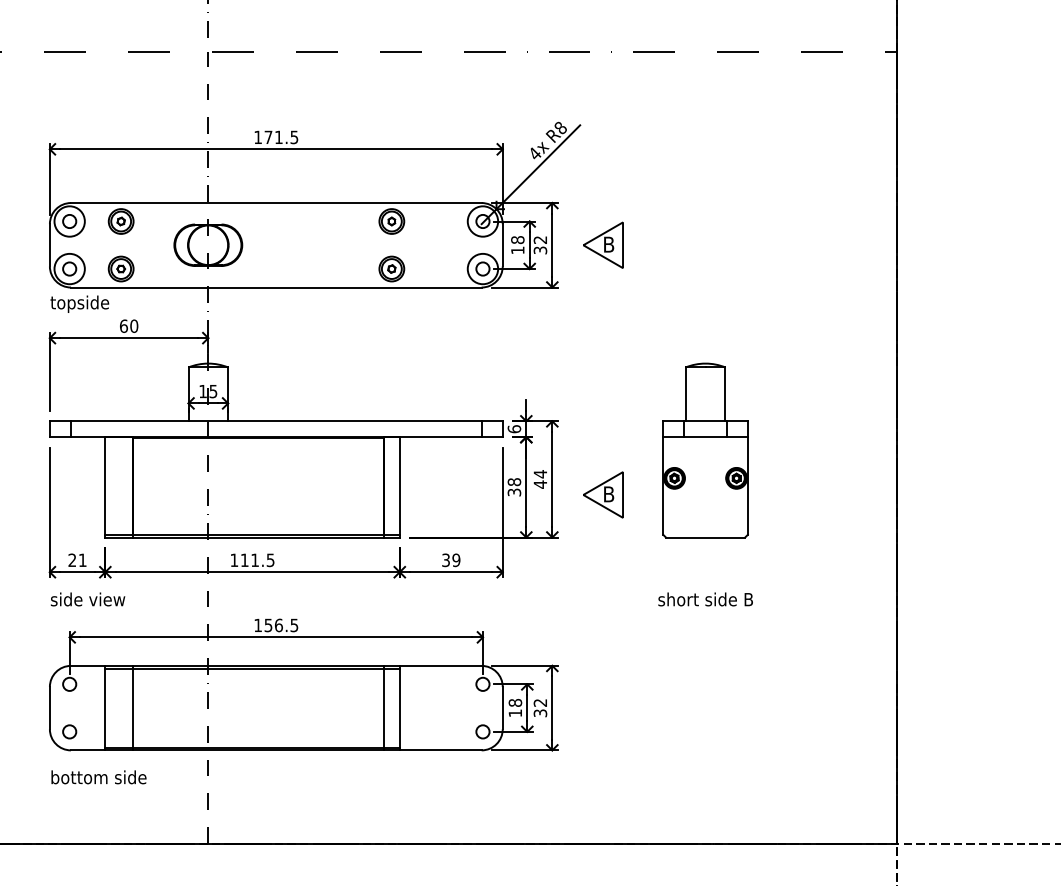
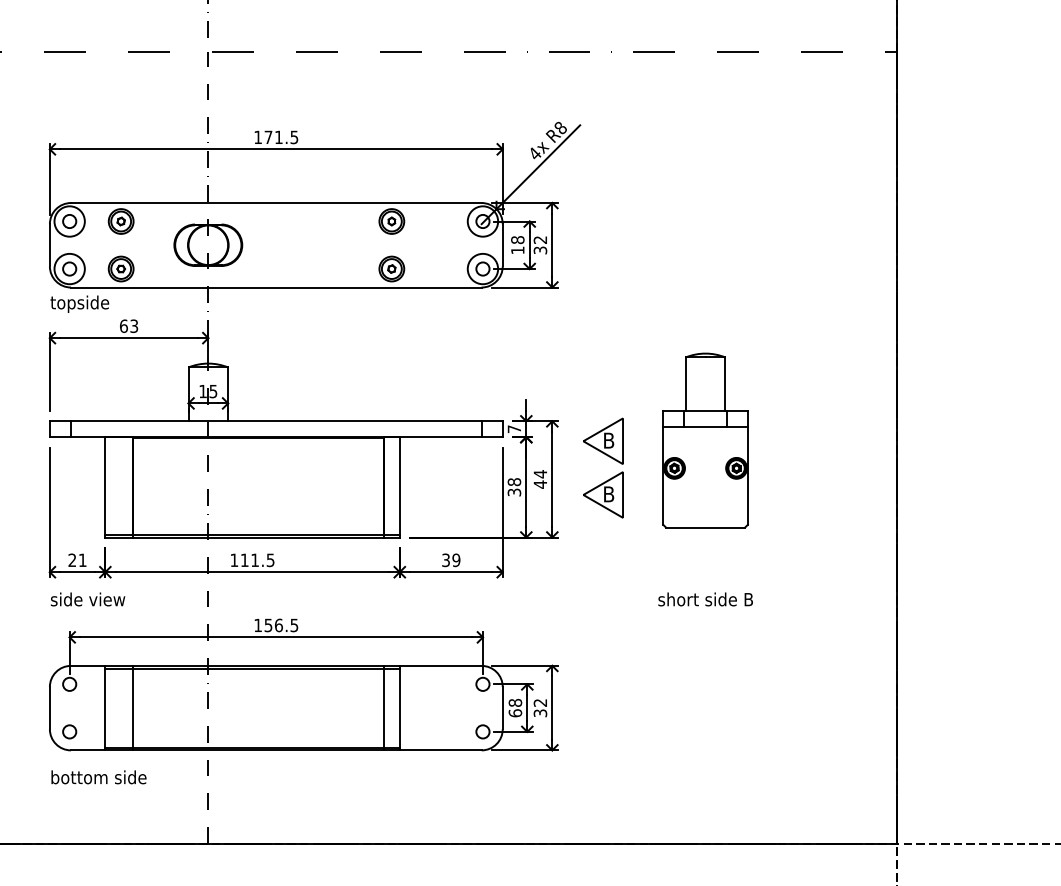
part at (603, 244) position: (603, 244) -> (603, 440)
text at (134, 325): 60 -> 63
text at (514, 429): 6 -> 7
part at (705, 450) position: (705, 450) -> (705, 440)
text at (515, 713): 18 -> 68
